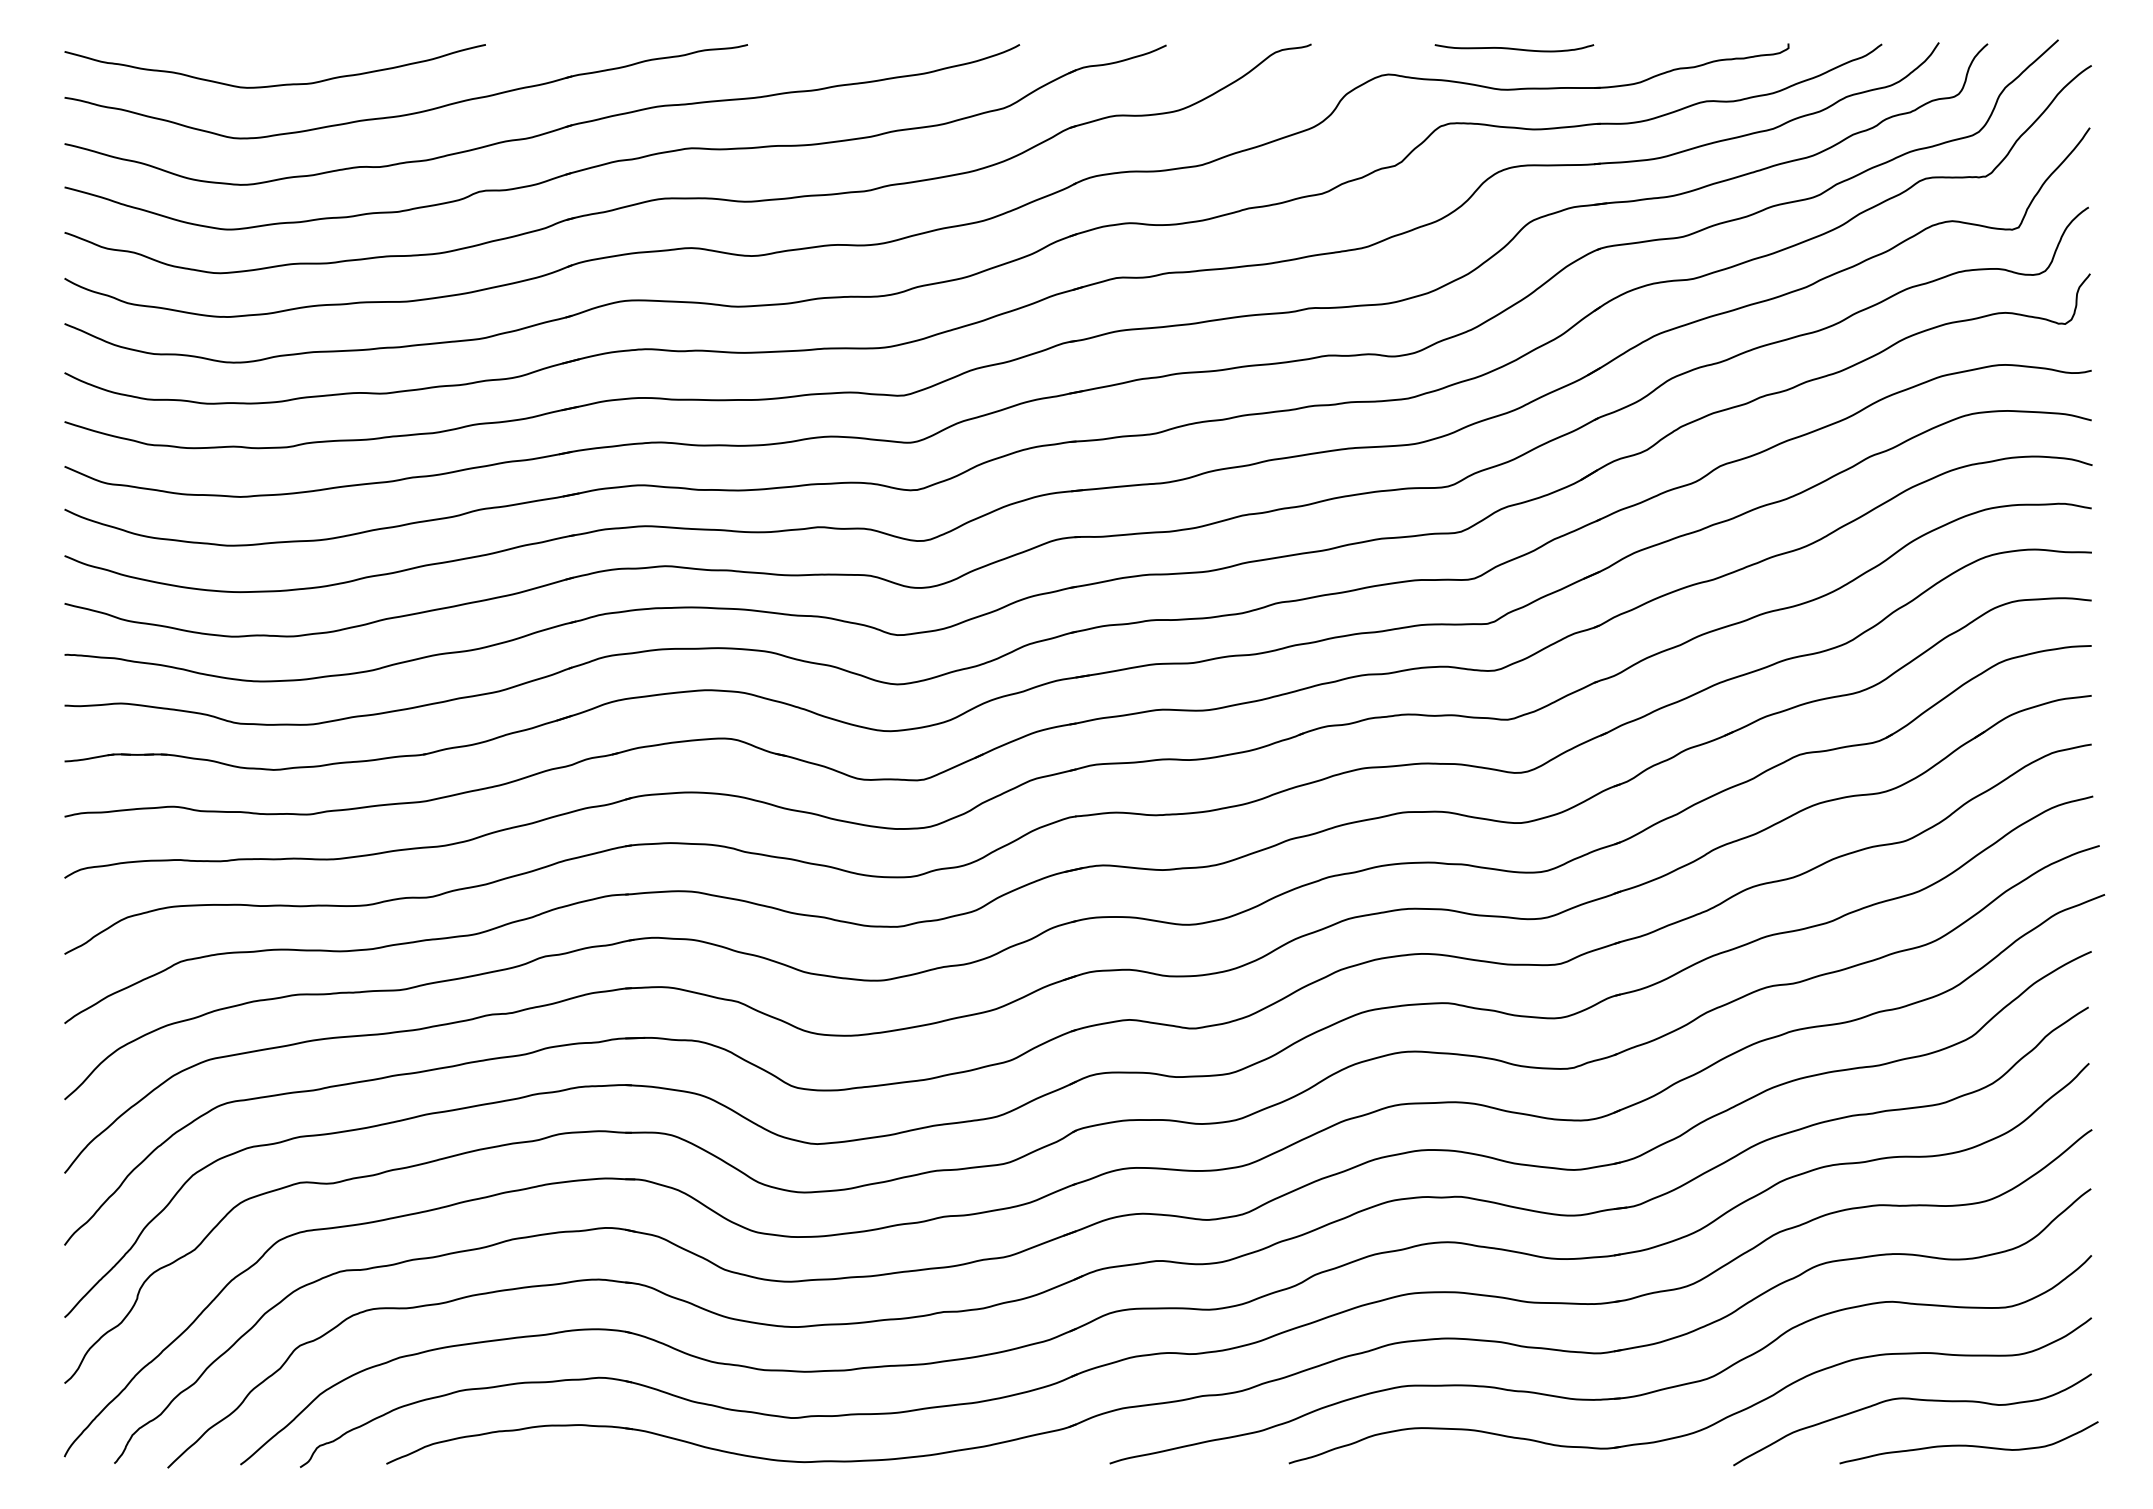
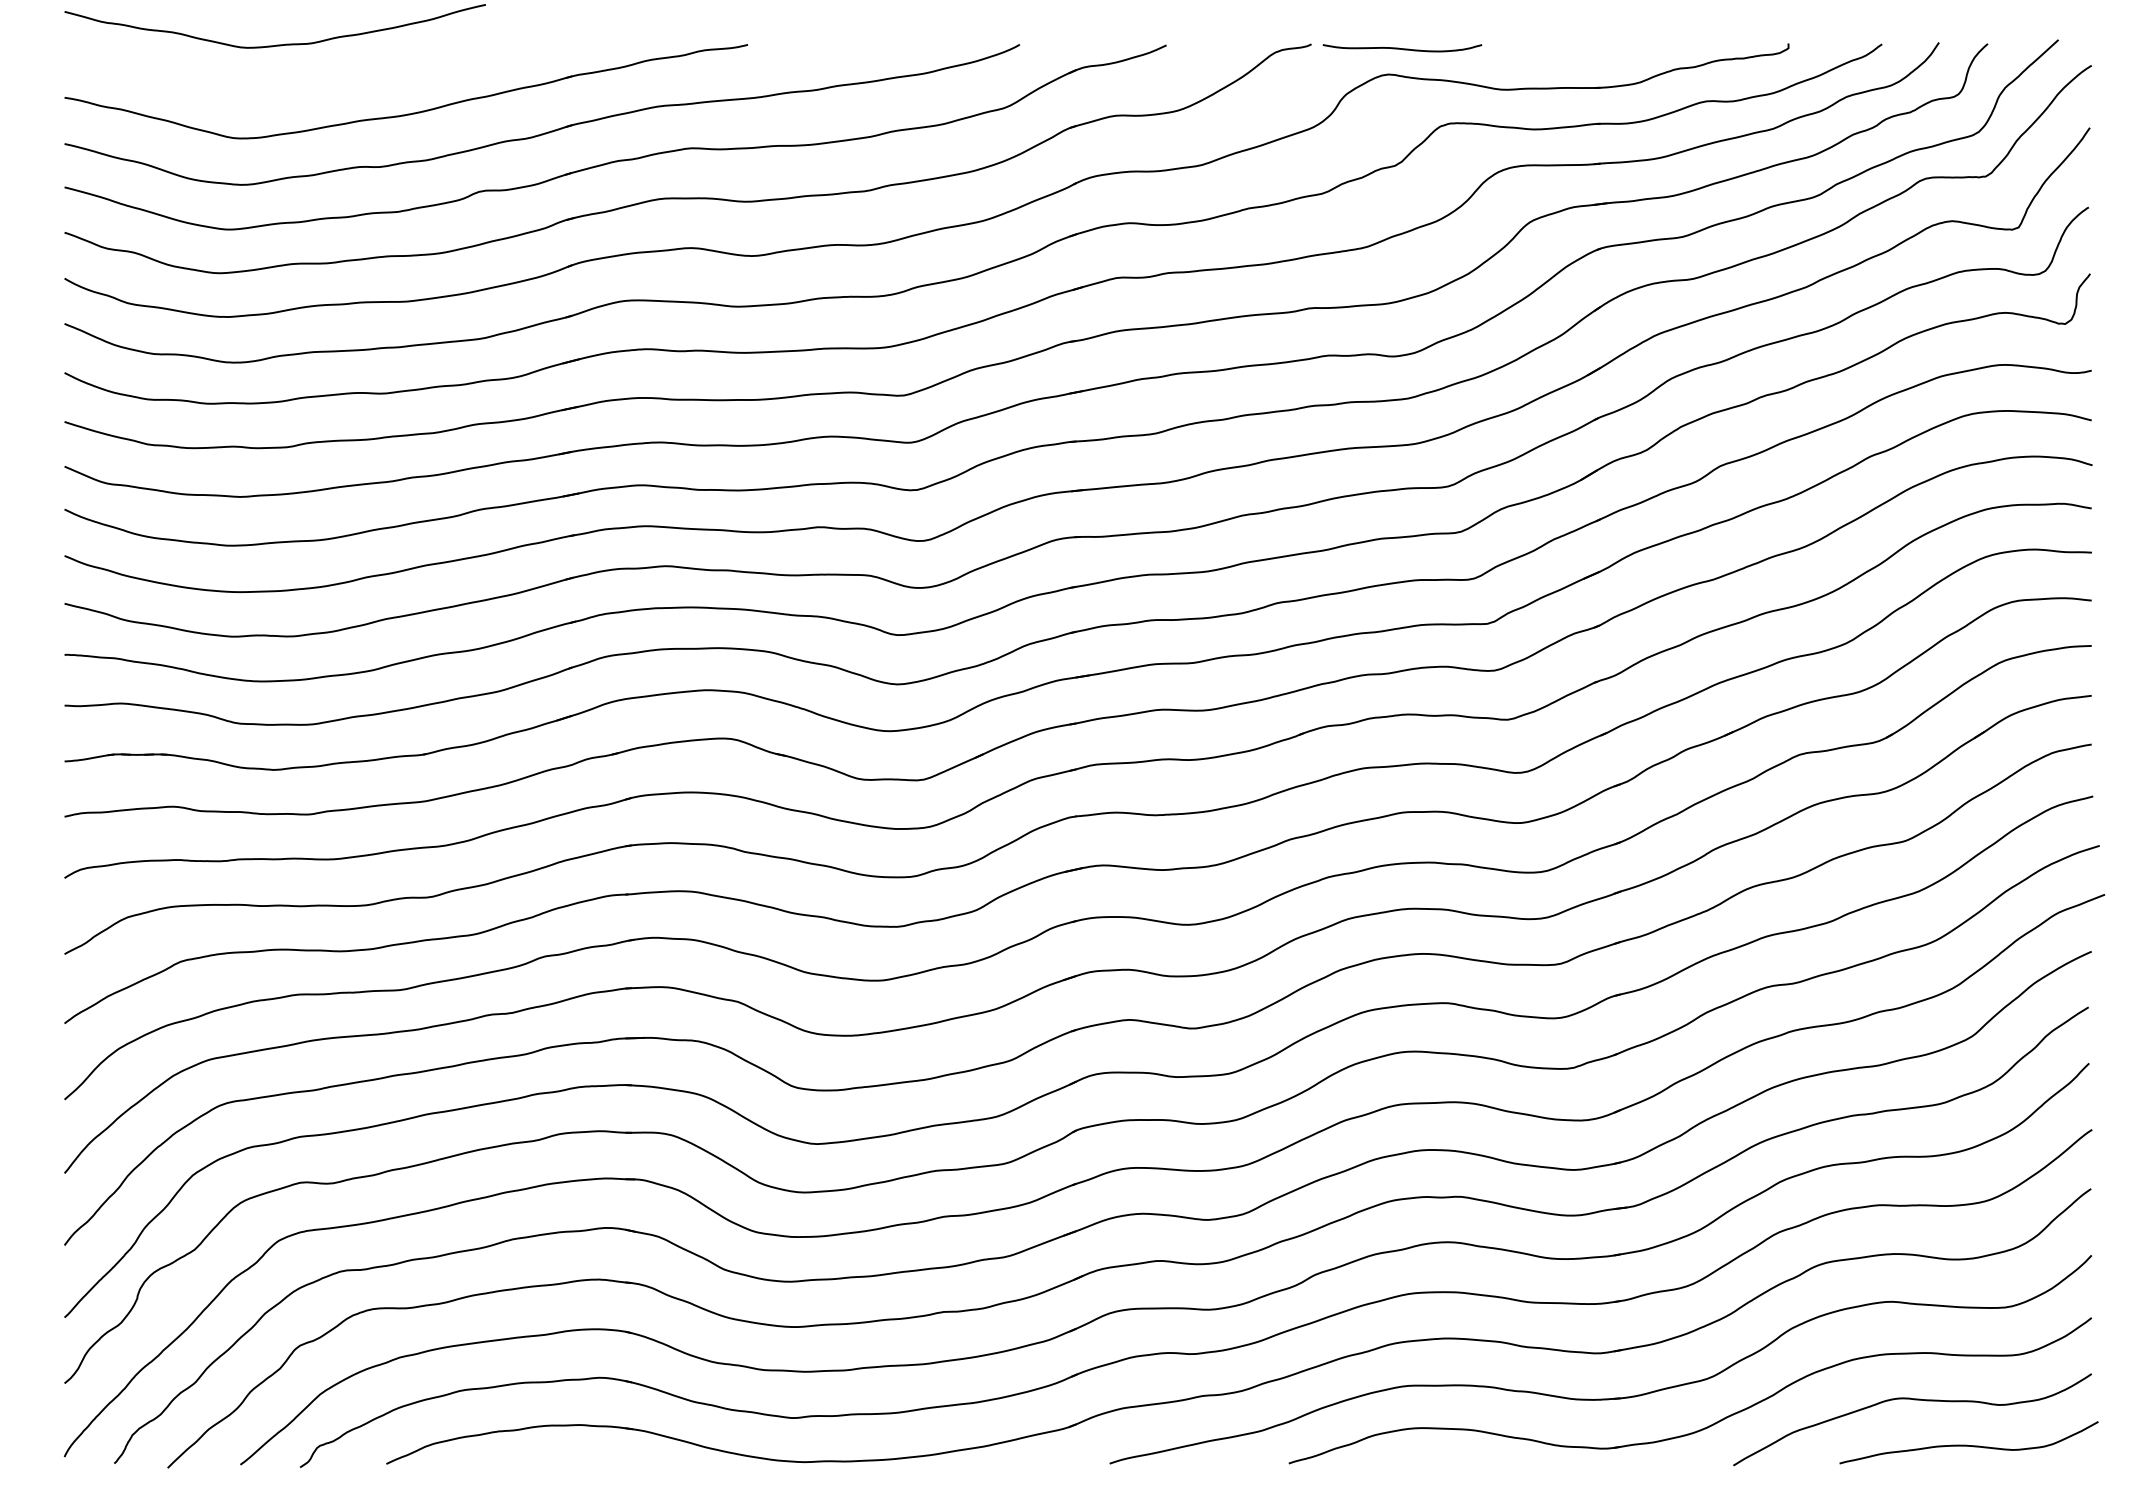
curve at (1514, 48) position: (1514, 48) -> (1402, 48)
curve at (276, 84) position: (276, 84) -> (276, 44)
